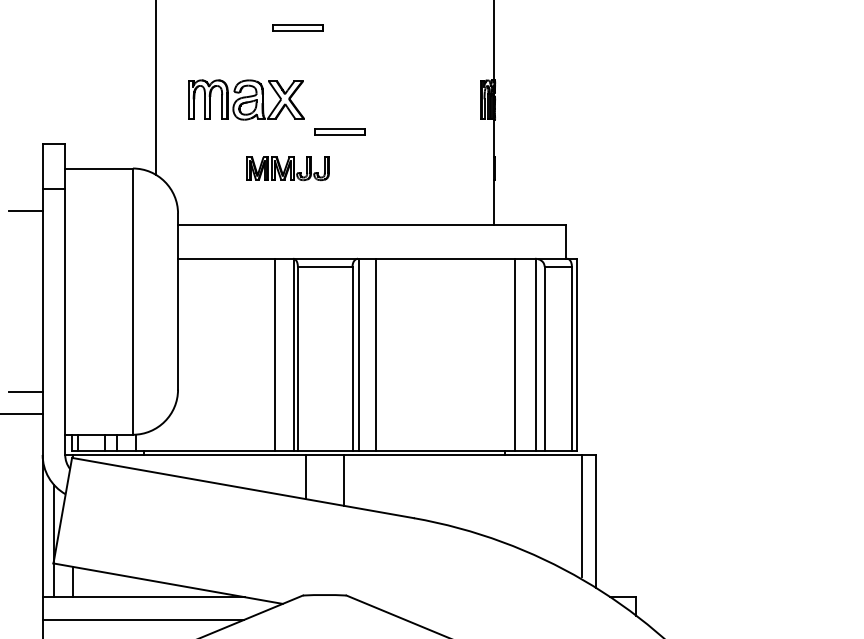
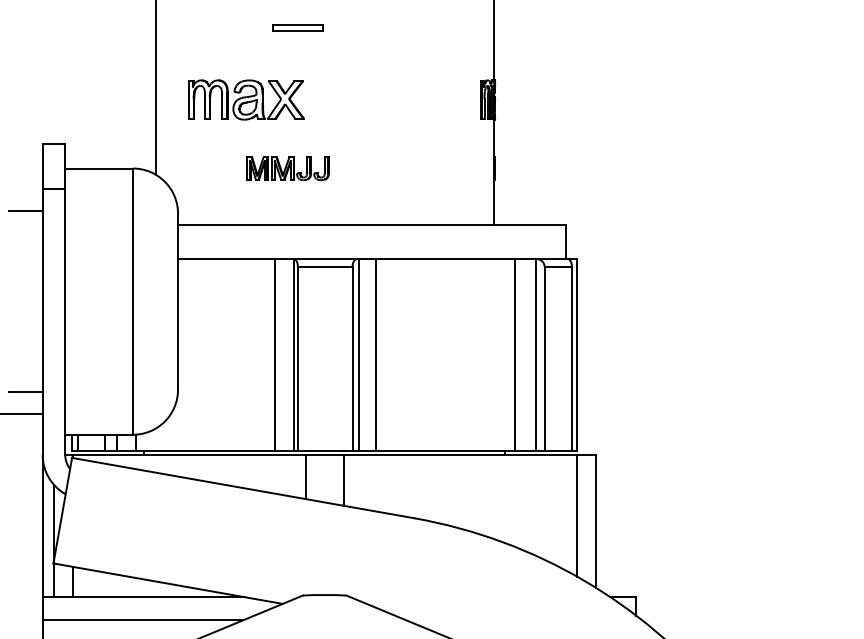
part at (339, 131): present -> none
line at (581, 515) position: (581, 515) -> (576, 515)
